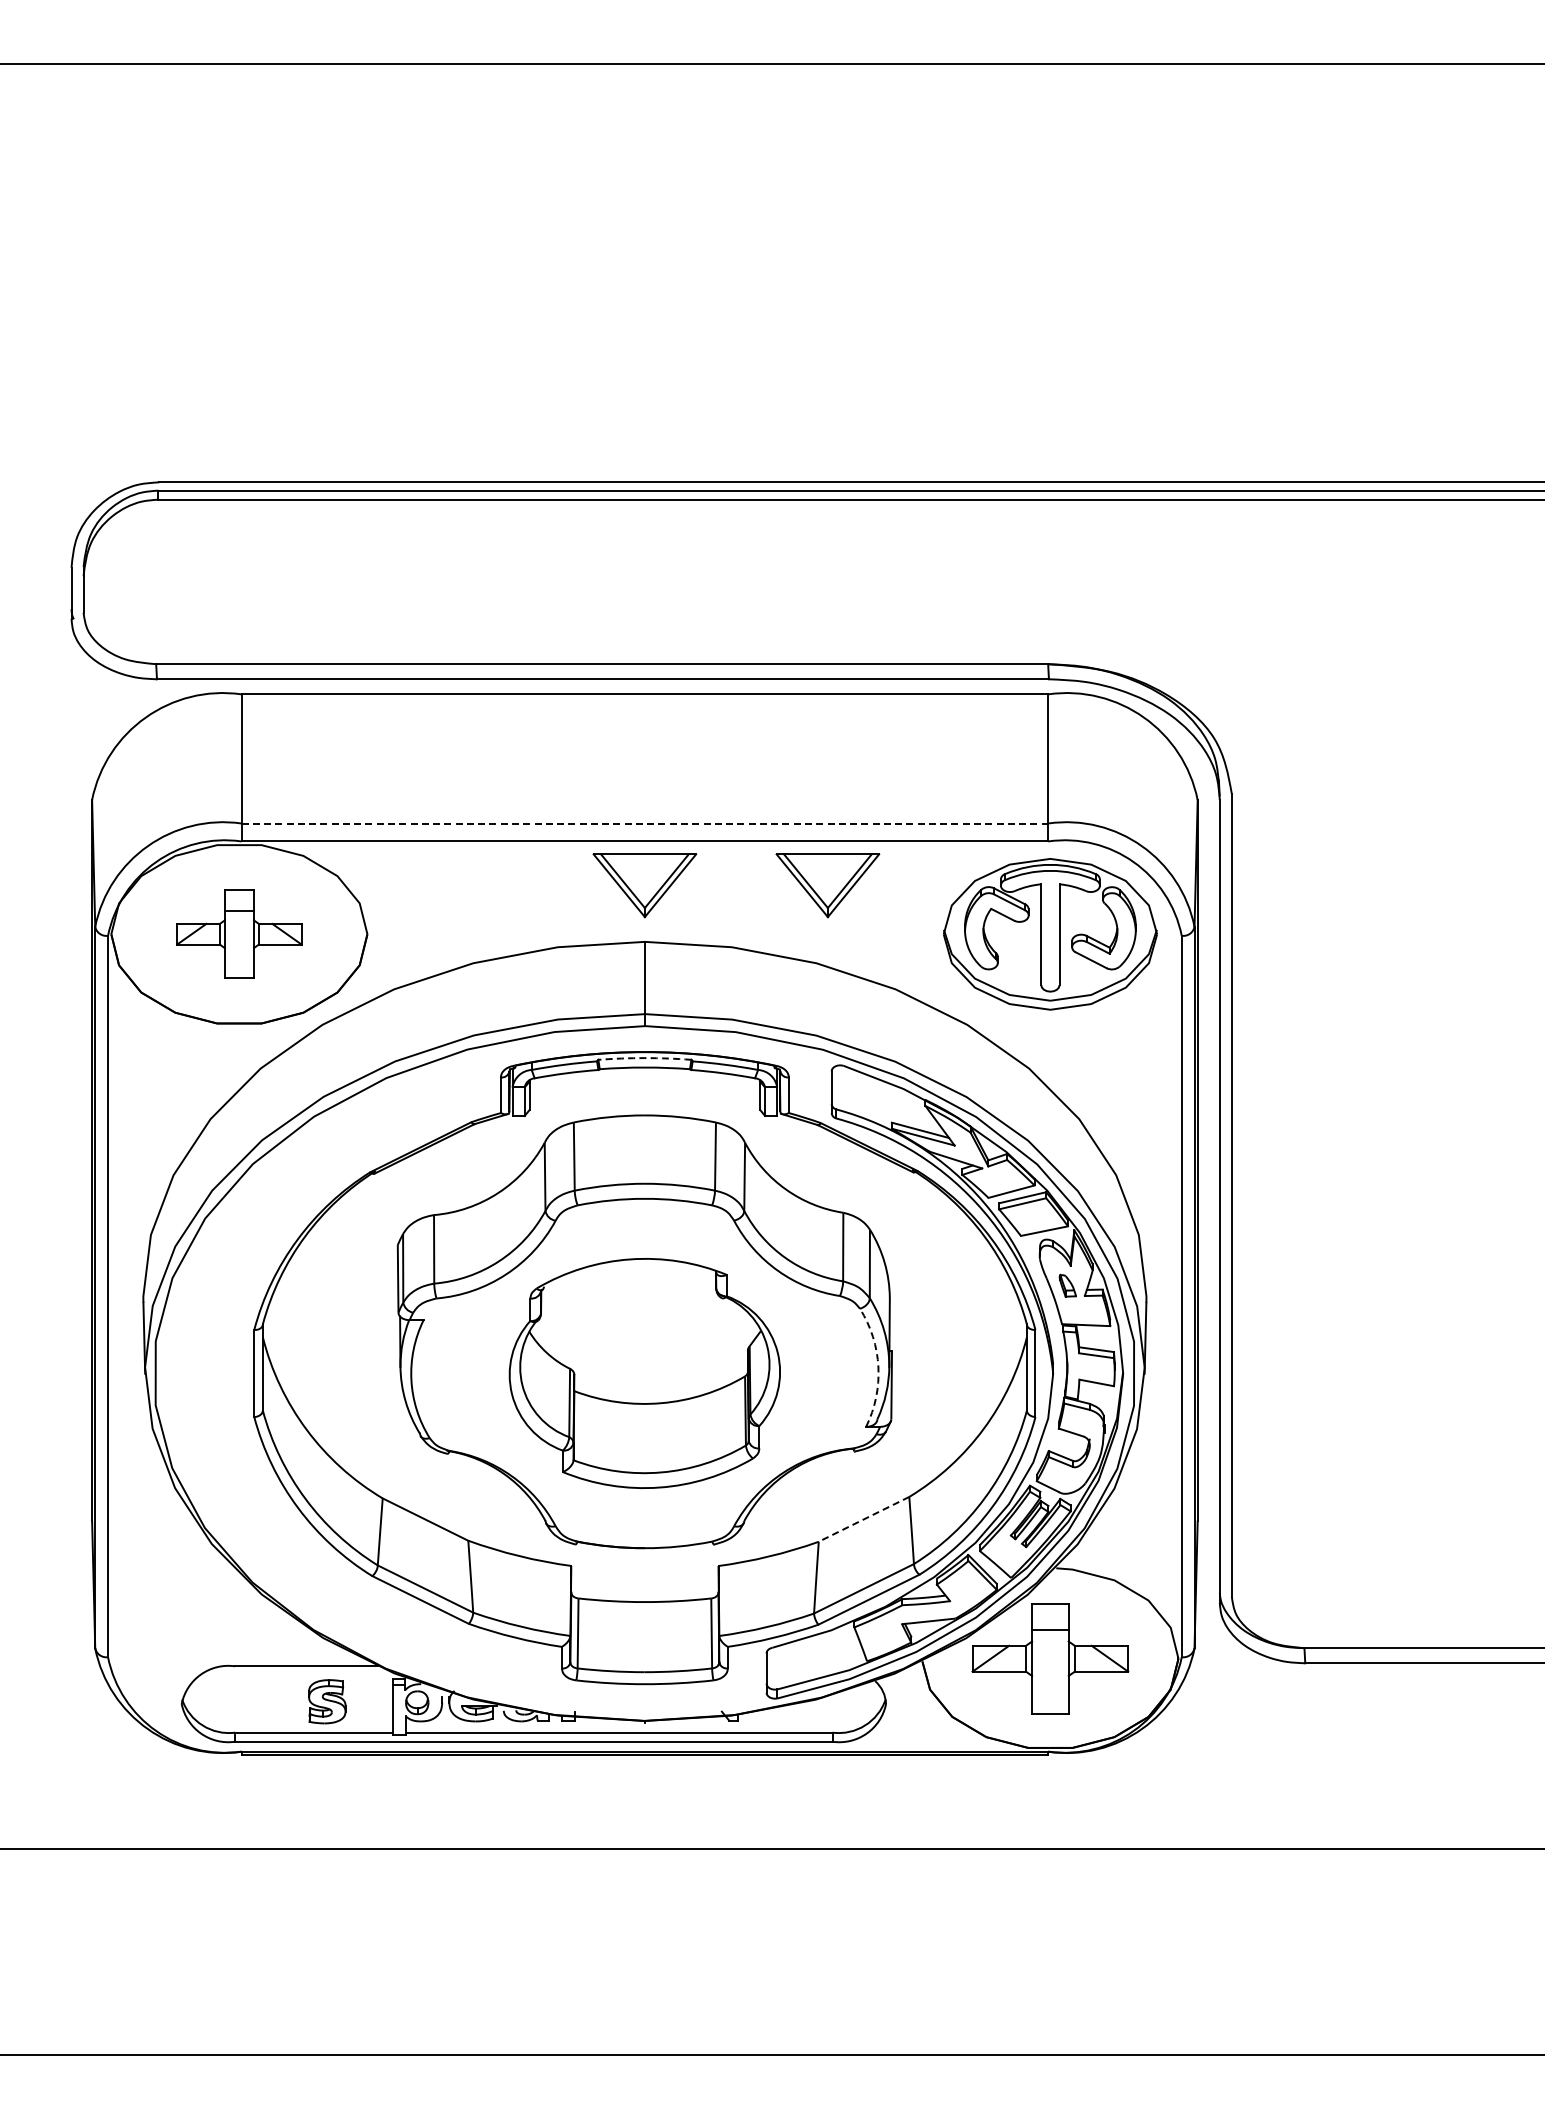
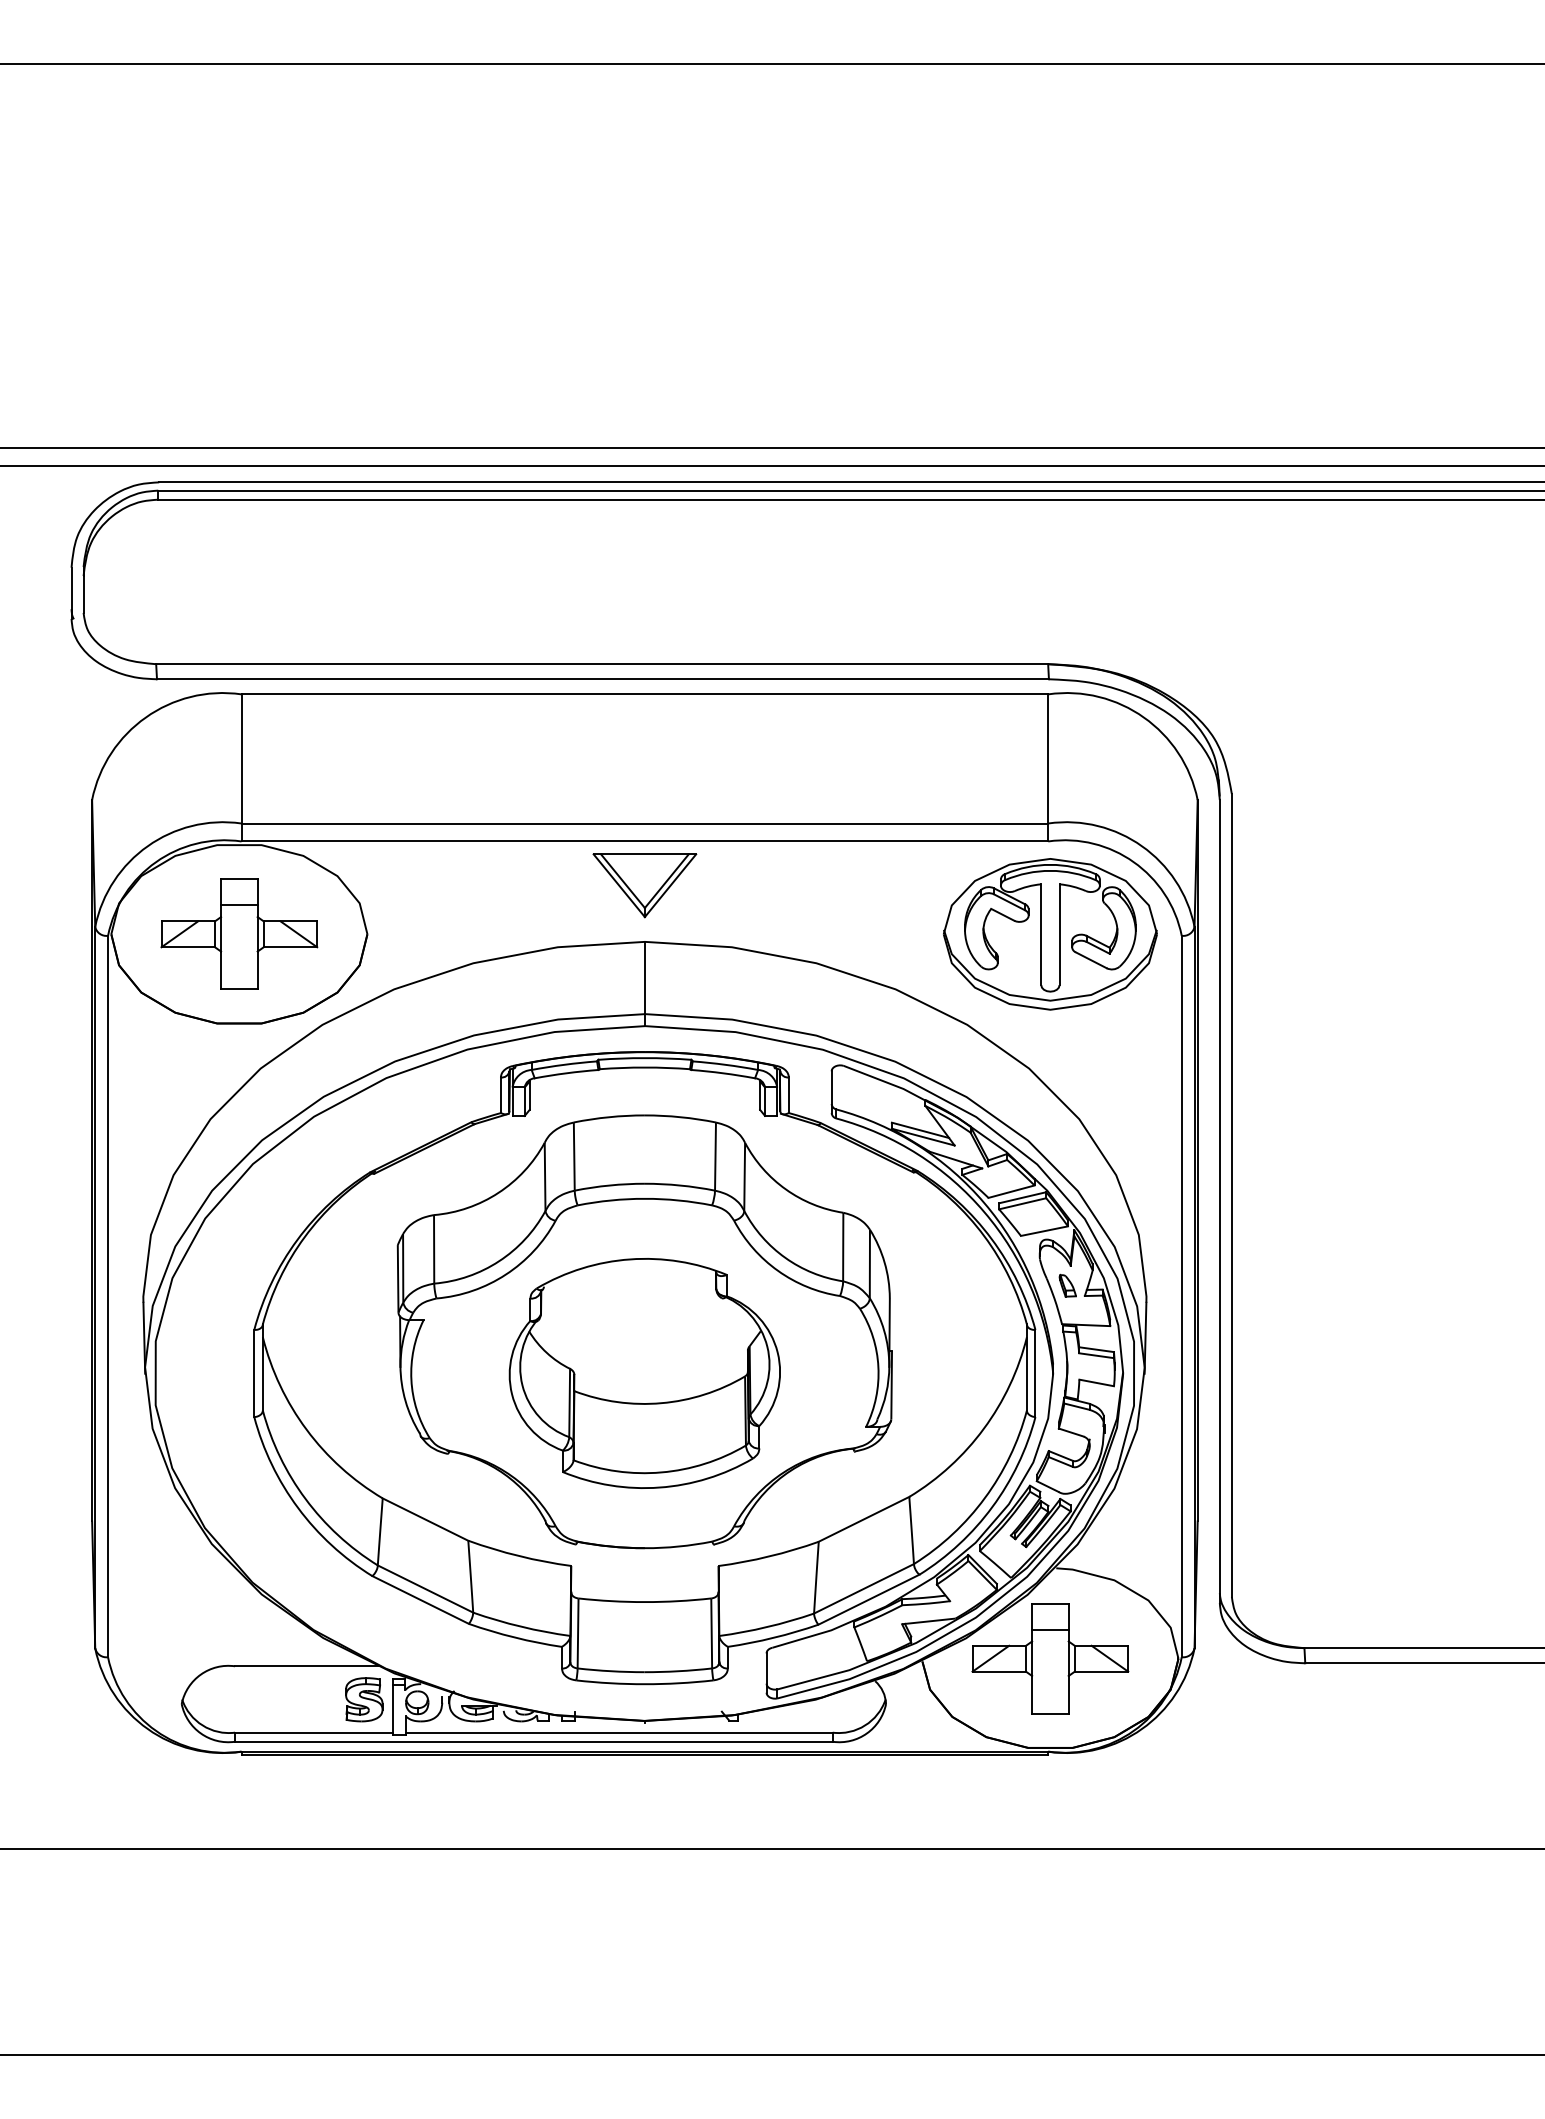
line at (771, 447): none -> present
line at (771, 466): none -> present
line at (645, 823): dashed -> solid
part at (827, 885): present -> none
part at (239, 933) size: 127x90 px -> 159x112 px
arc at (644, 1058): dashed -> solid
arc at (878, 1367): dashed -> solid
line at (864, 1519): dashed -> solid
part at (327, 1701) position: (327, 1701) -> (364, 1699)
